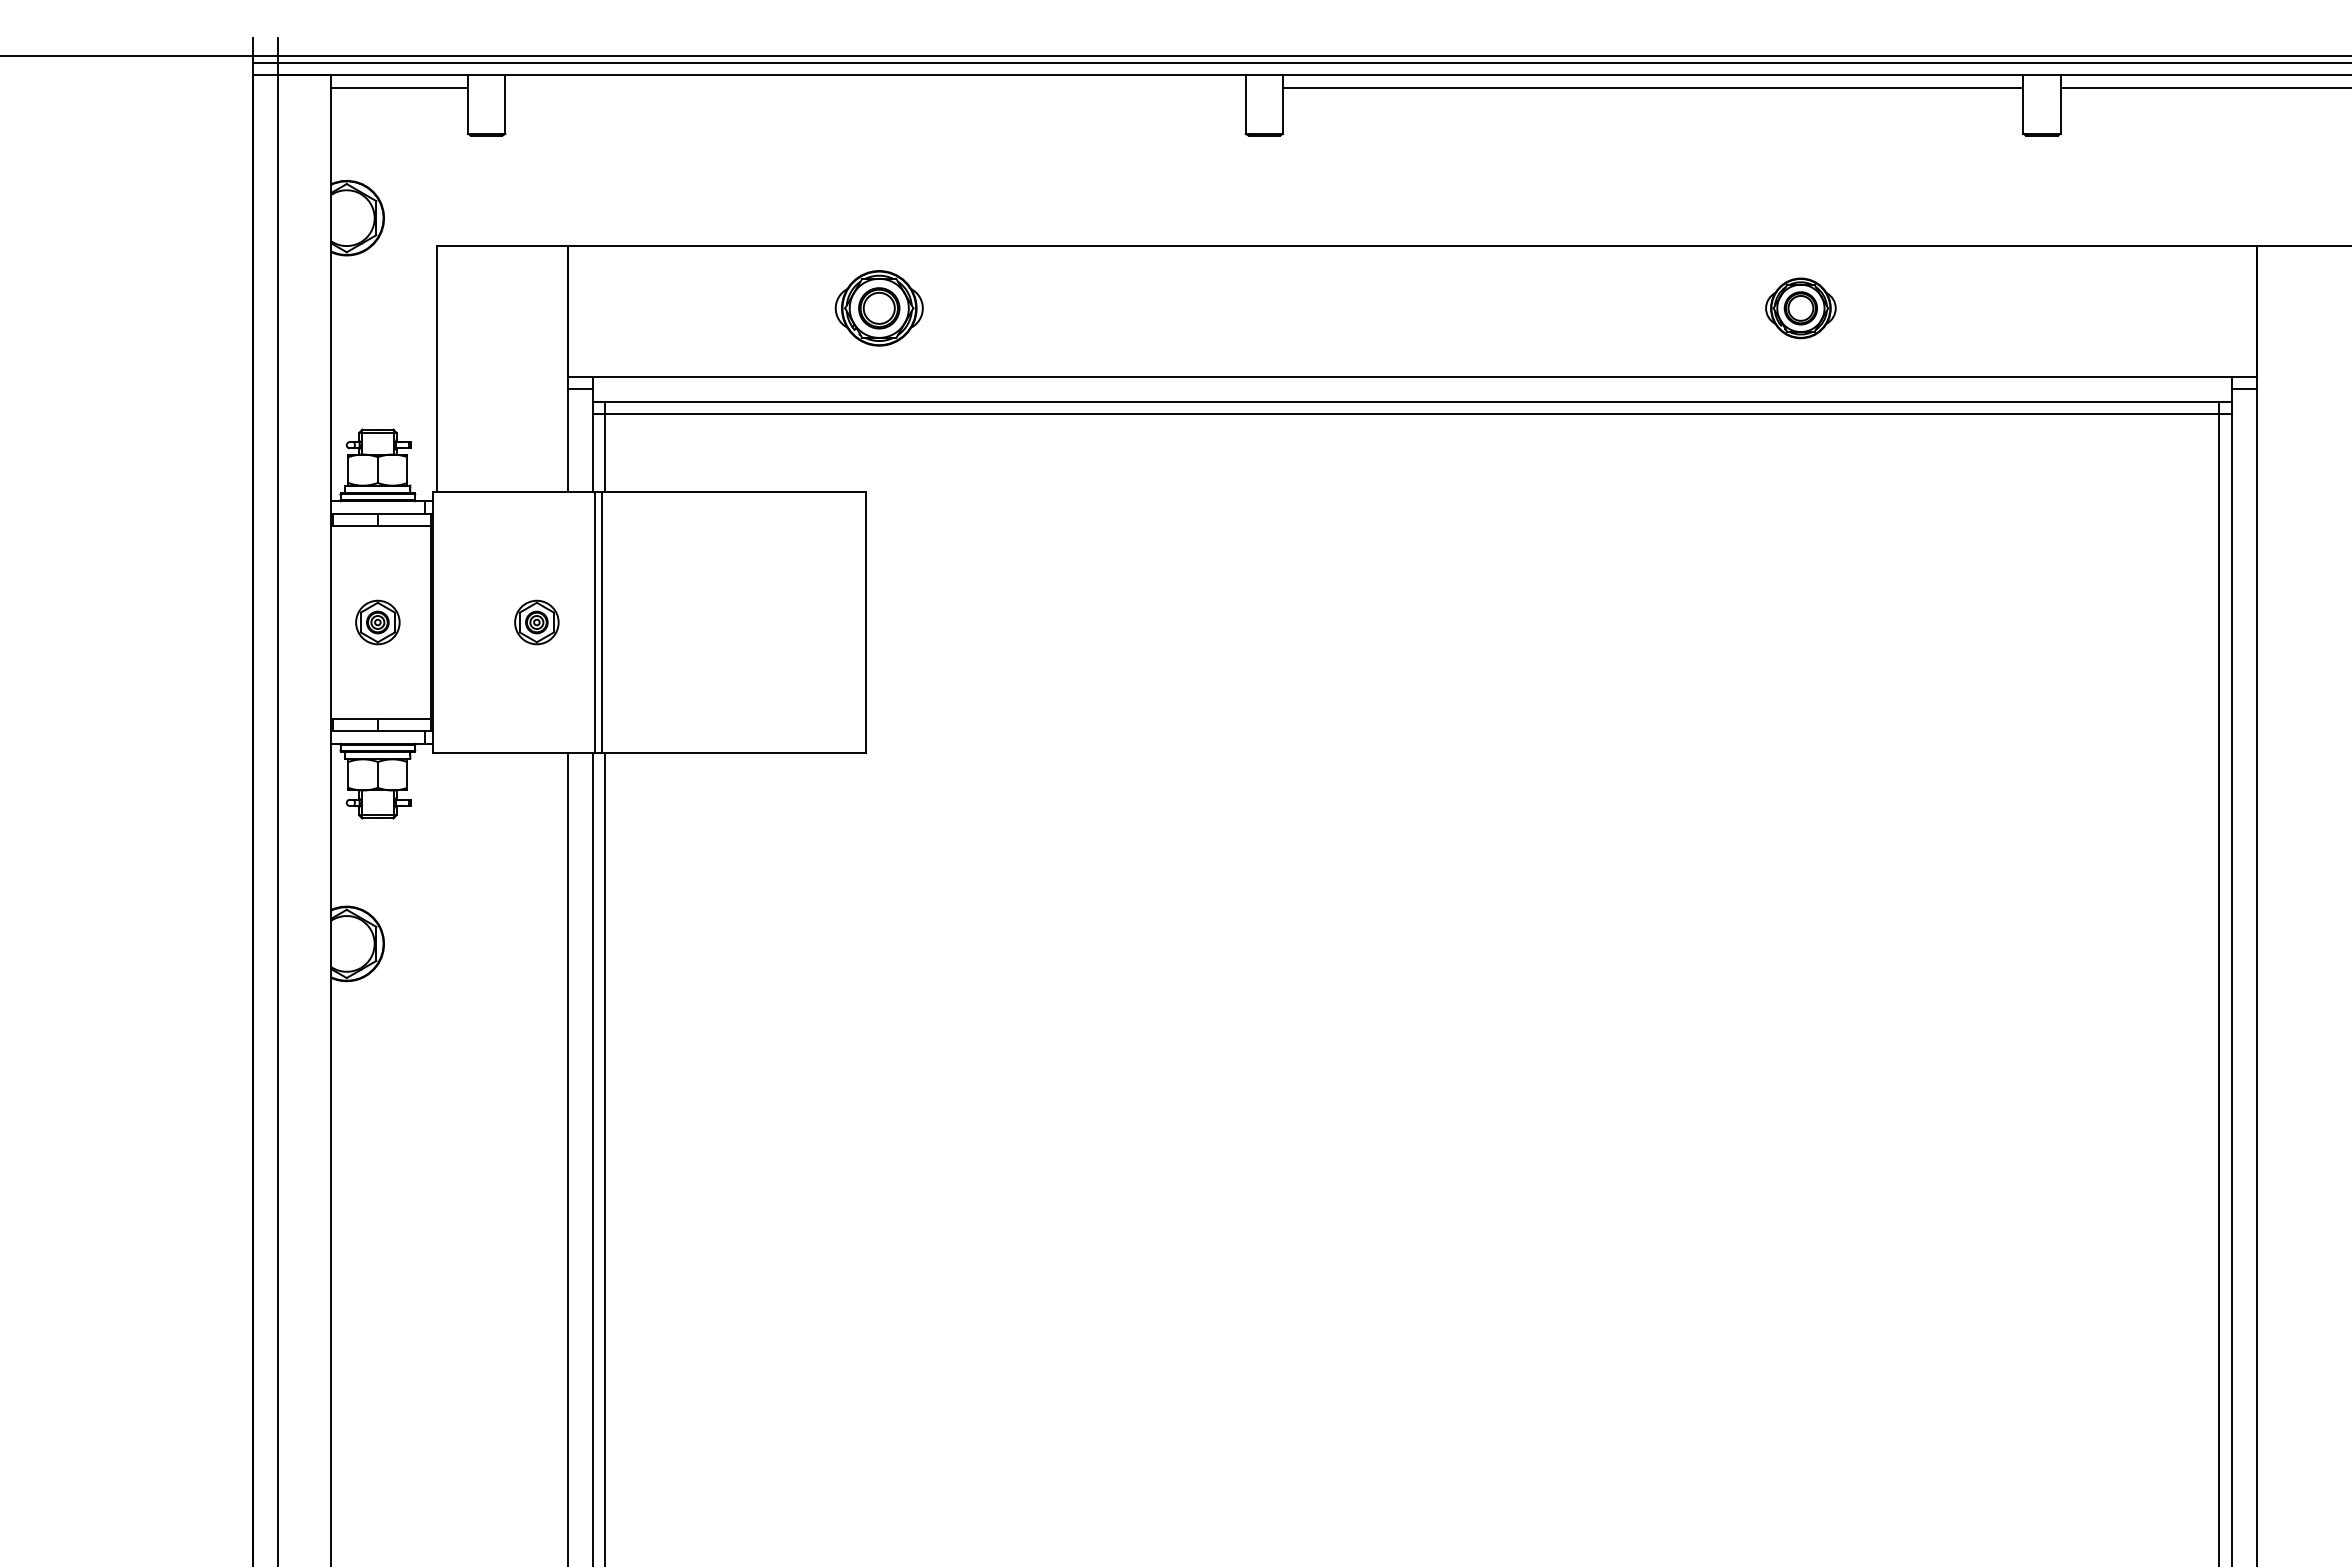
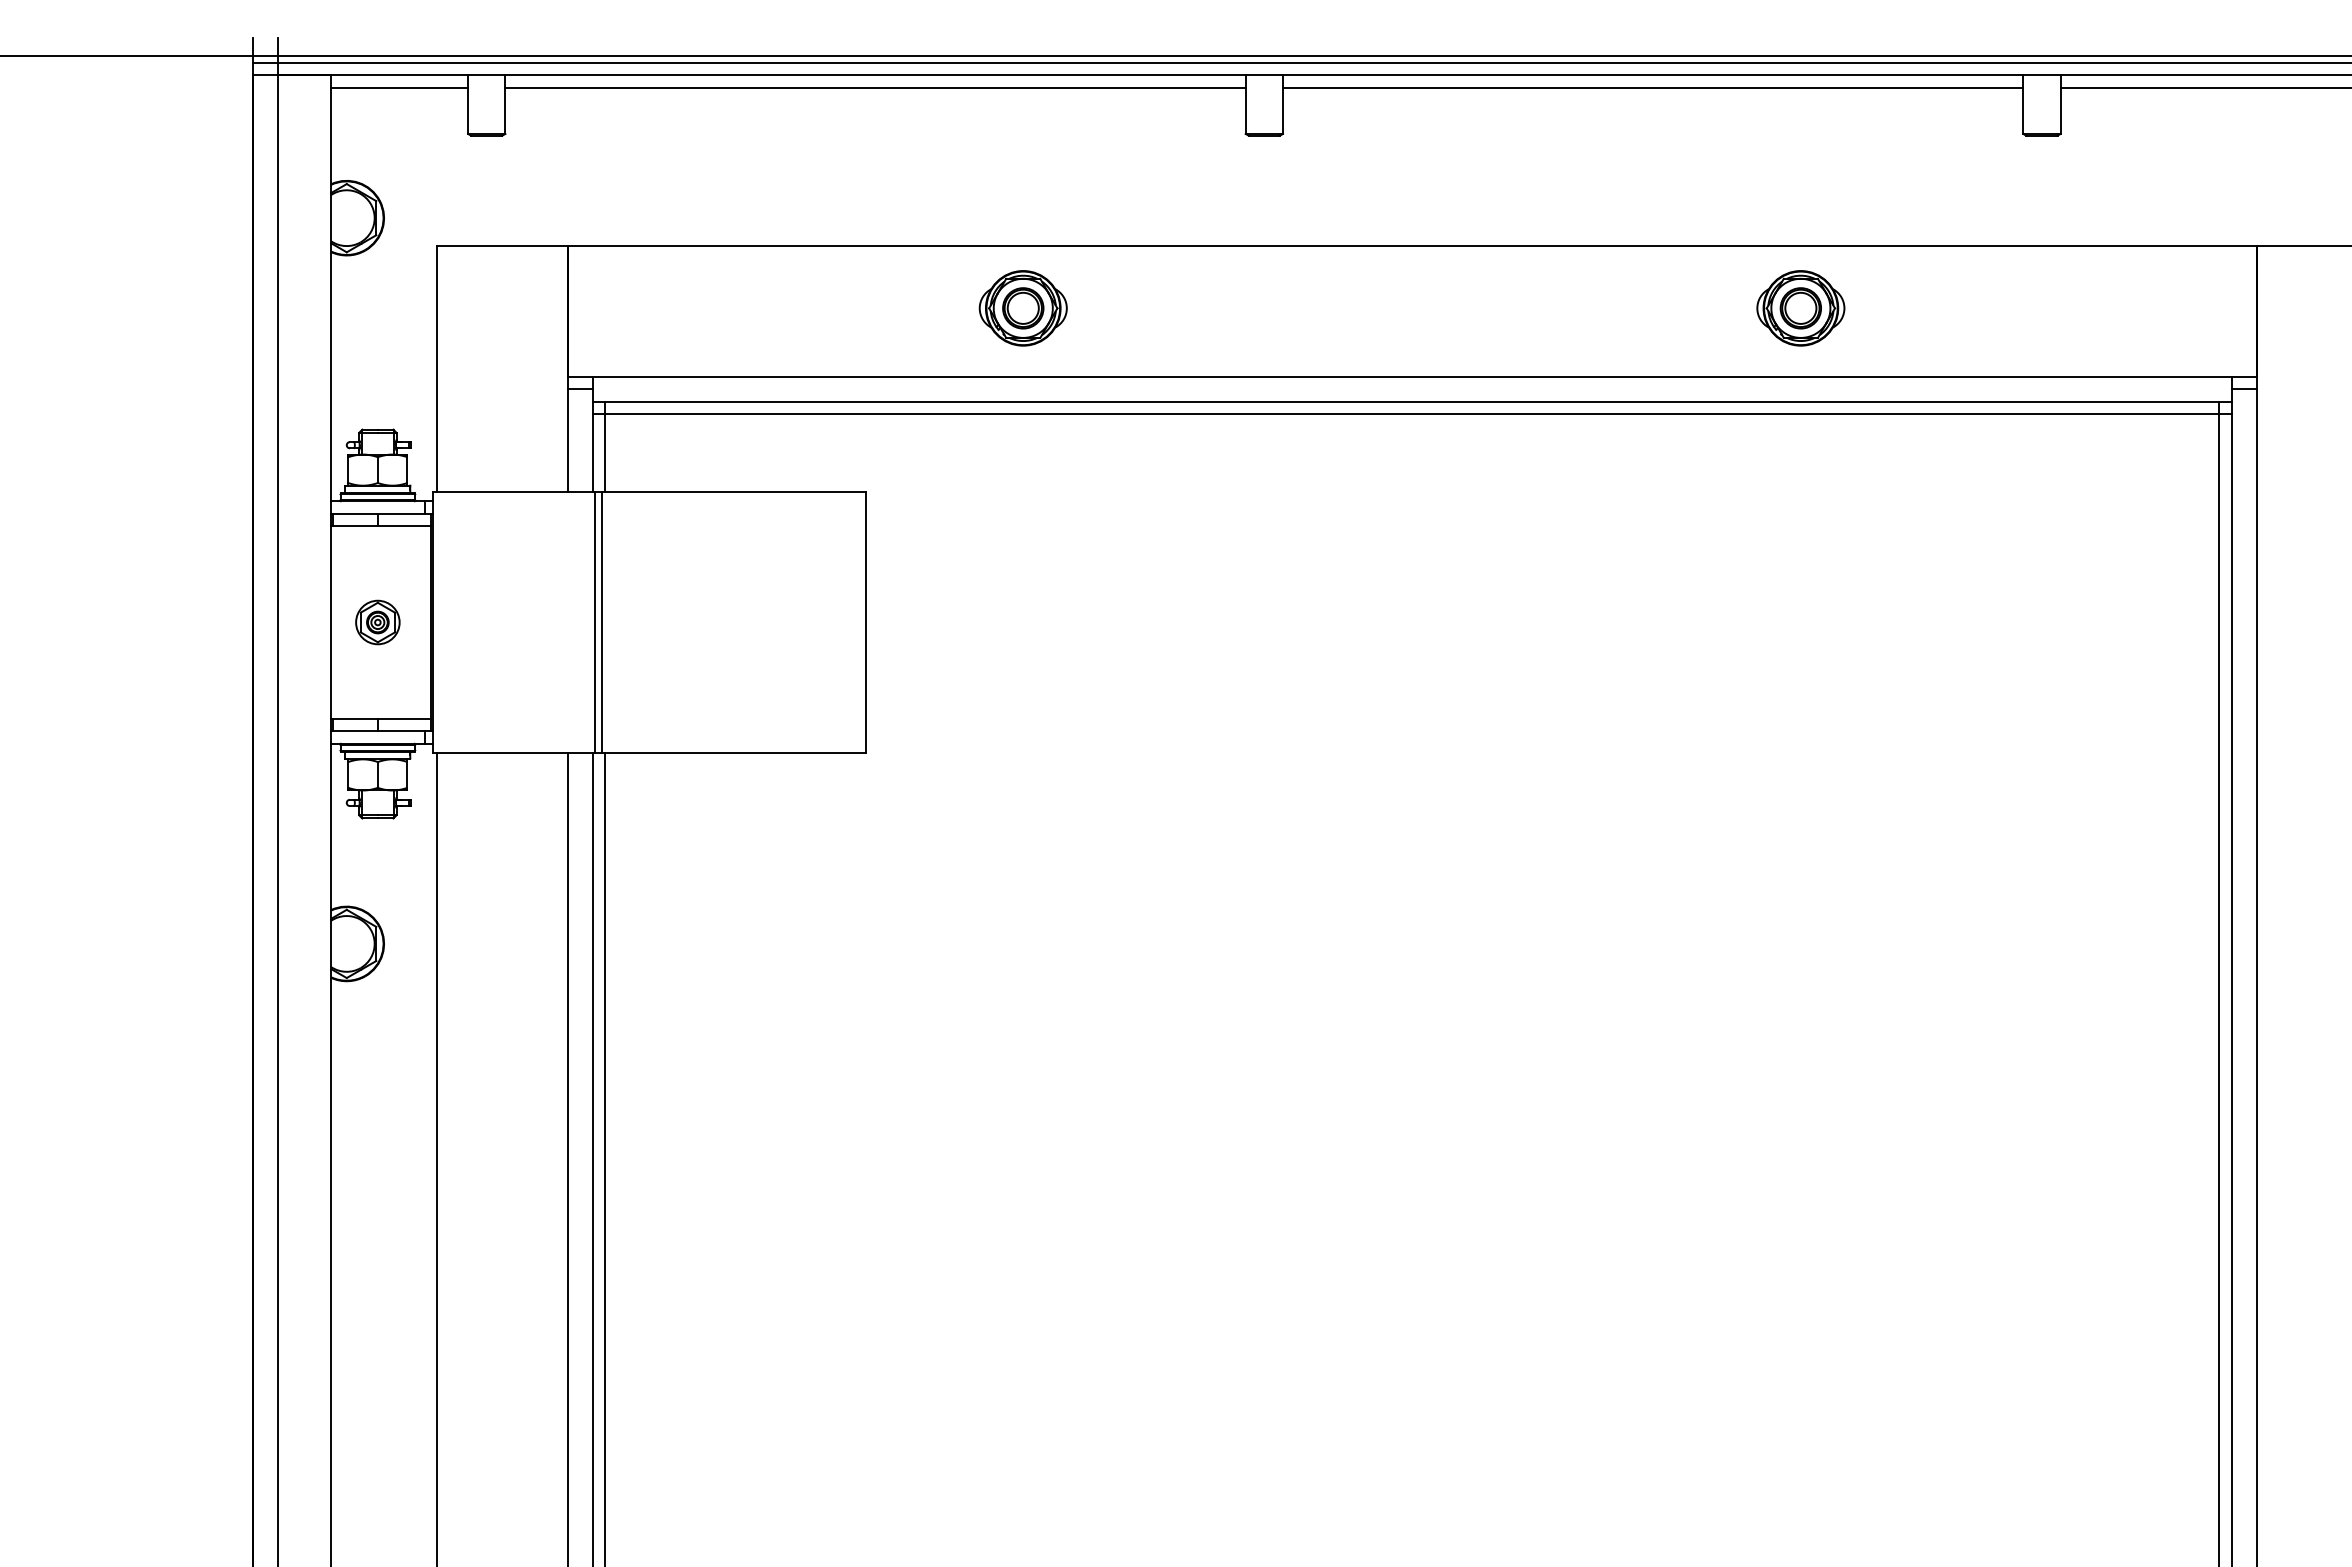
line at (875, 87): none -> present
part at (878, 308) position: (878, 308) -> (1022, 308)
part at (1800, 308) size: 72x63 px -> 90x77 px
part at (536, 622): present -> none
line at (436, 1158): none -> present
